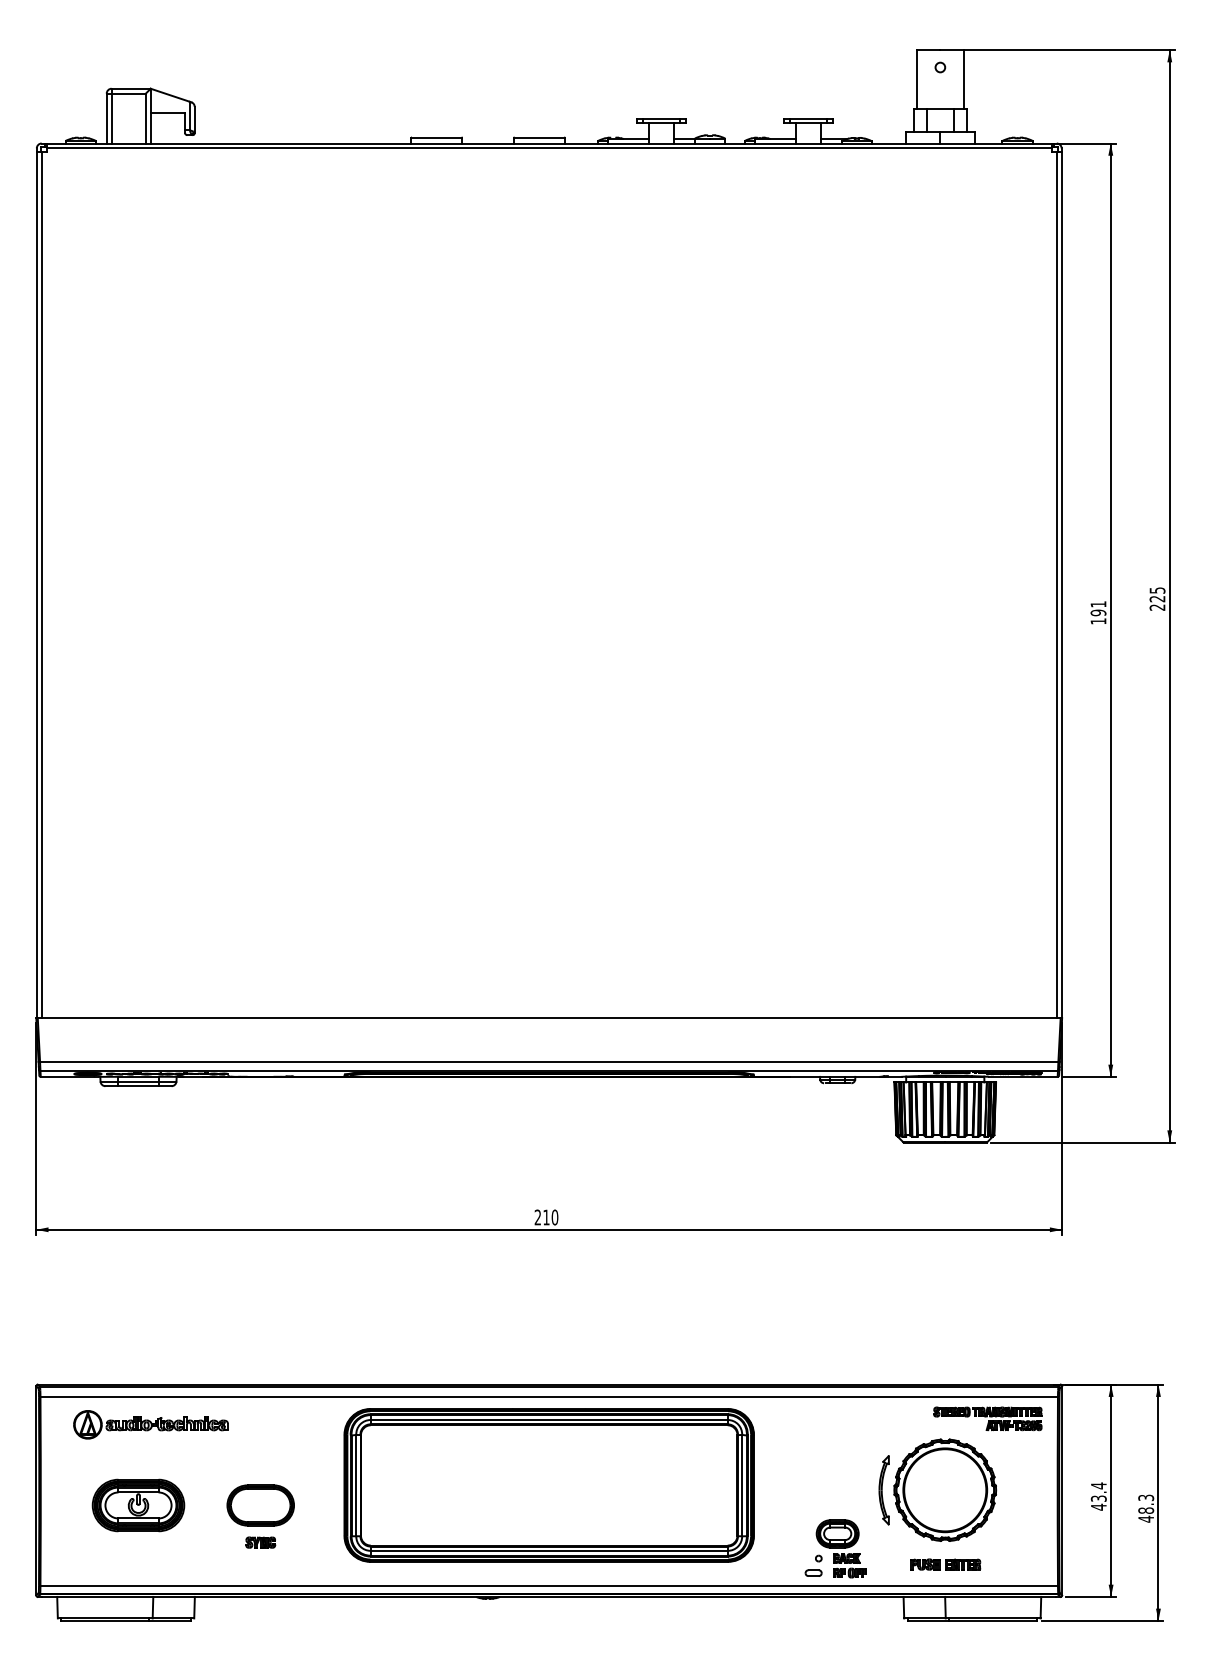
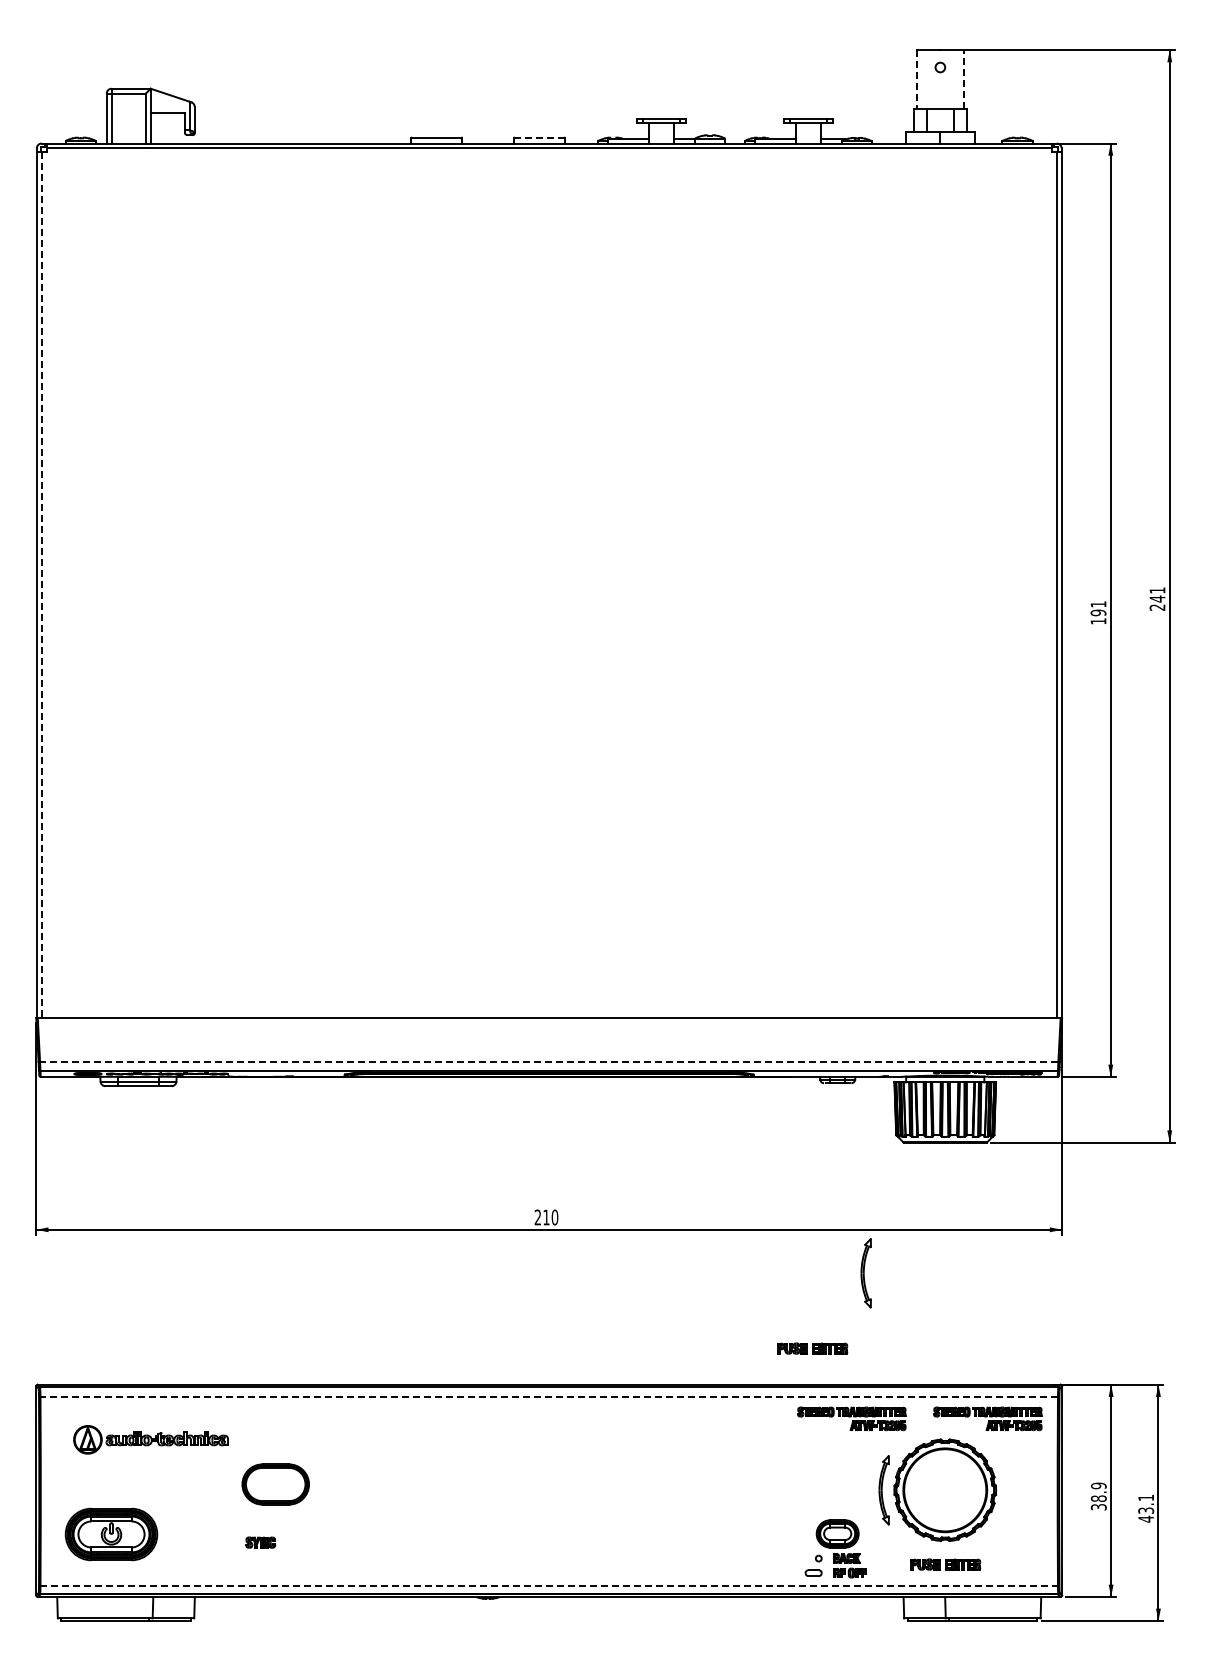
line at (917, 79): solid -> dashed
line at (963, 79): solid -> dashed
line at (539, 137): solid -> dashed
line at (41, 585): solid -> dashed
text at (1157, 594): 225 -> 241
line at (548, 1062): solid -> dashed
part at (865, 1273): none -> present
part at (812, 1348): none -> present
line at (549, 1396): solid -> dashed
part at (851, 1418): none -> present
part at (150, 1424) position: (150, 1424) -> (150, 1439)
part at (548, 1485): present -> none
text at (1098, 1496): 43.4 -> 38.9
text at (1146, 1503): 48.3 -> 43.1
part at (138, 1505) position: (138, 1505) -> (111, 1534)
part at (260, 1505) position: (260, 1505) -> (275, 1484)
line at (549, 1586): solid -> dashed
